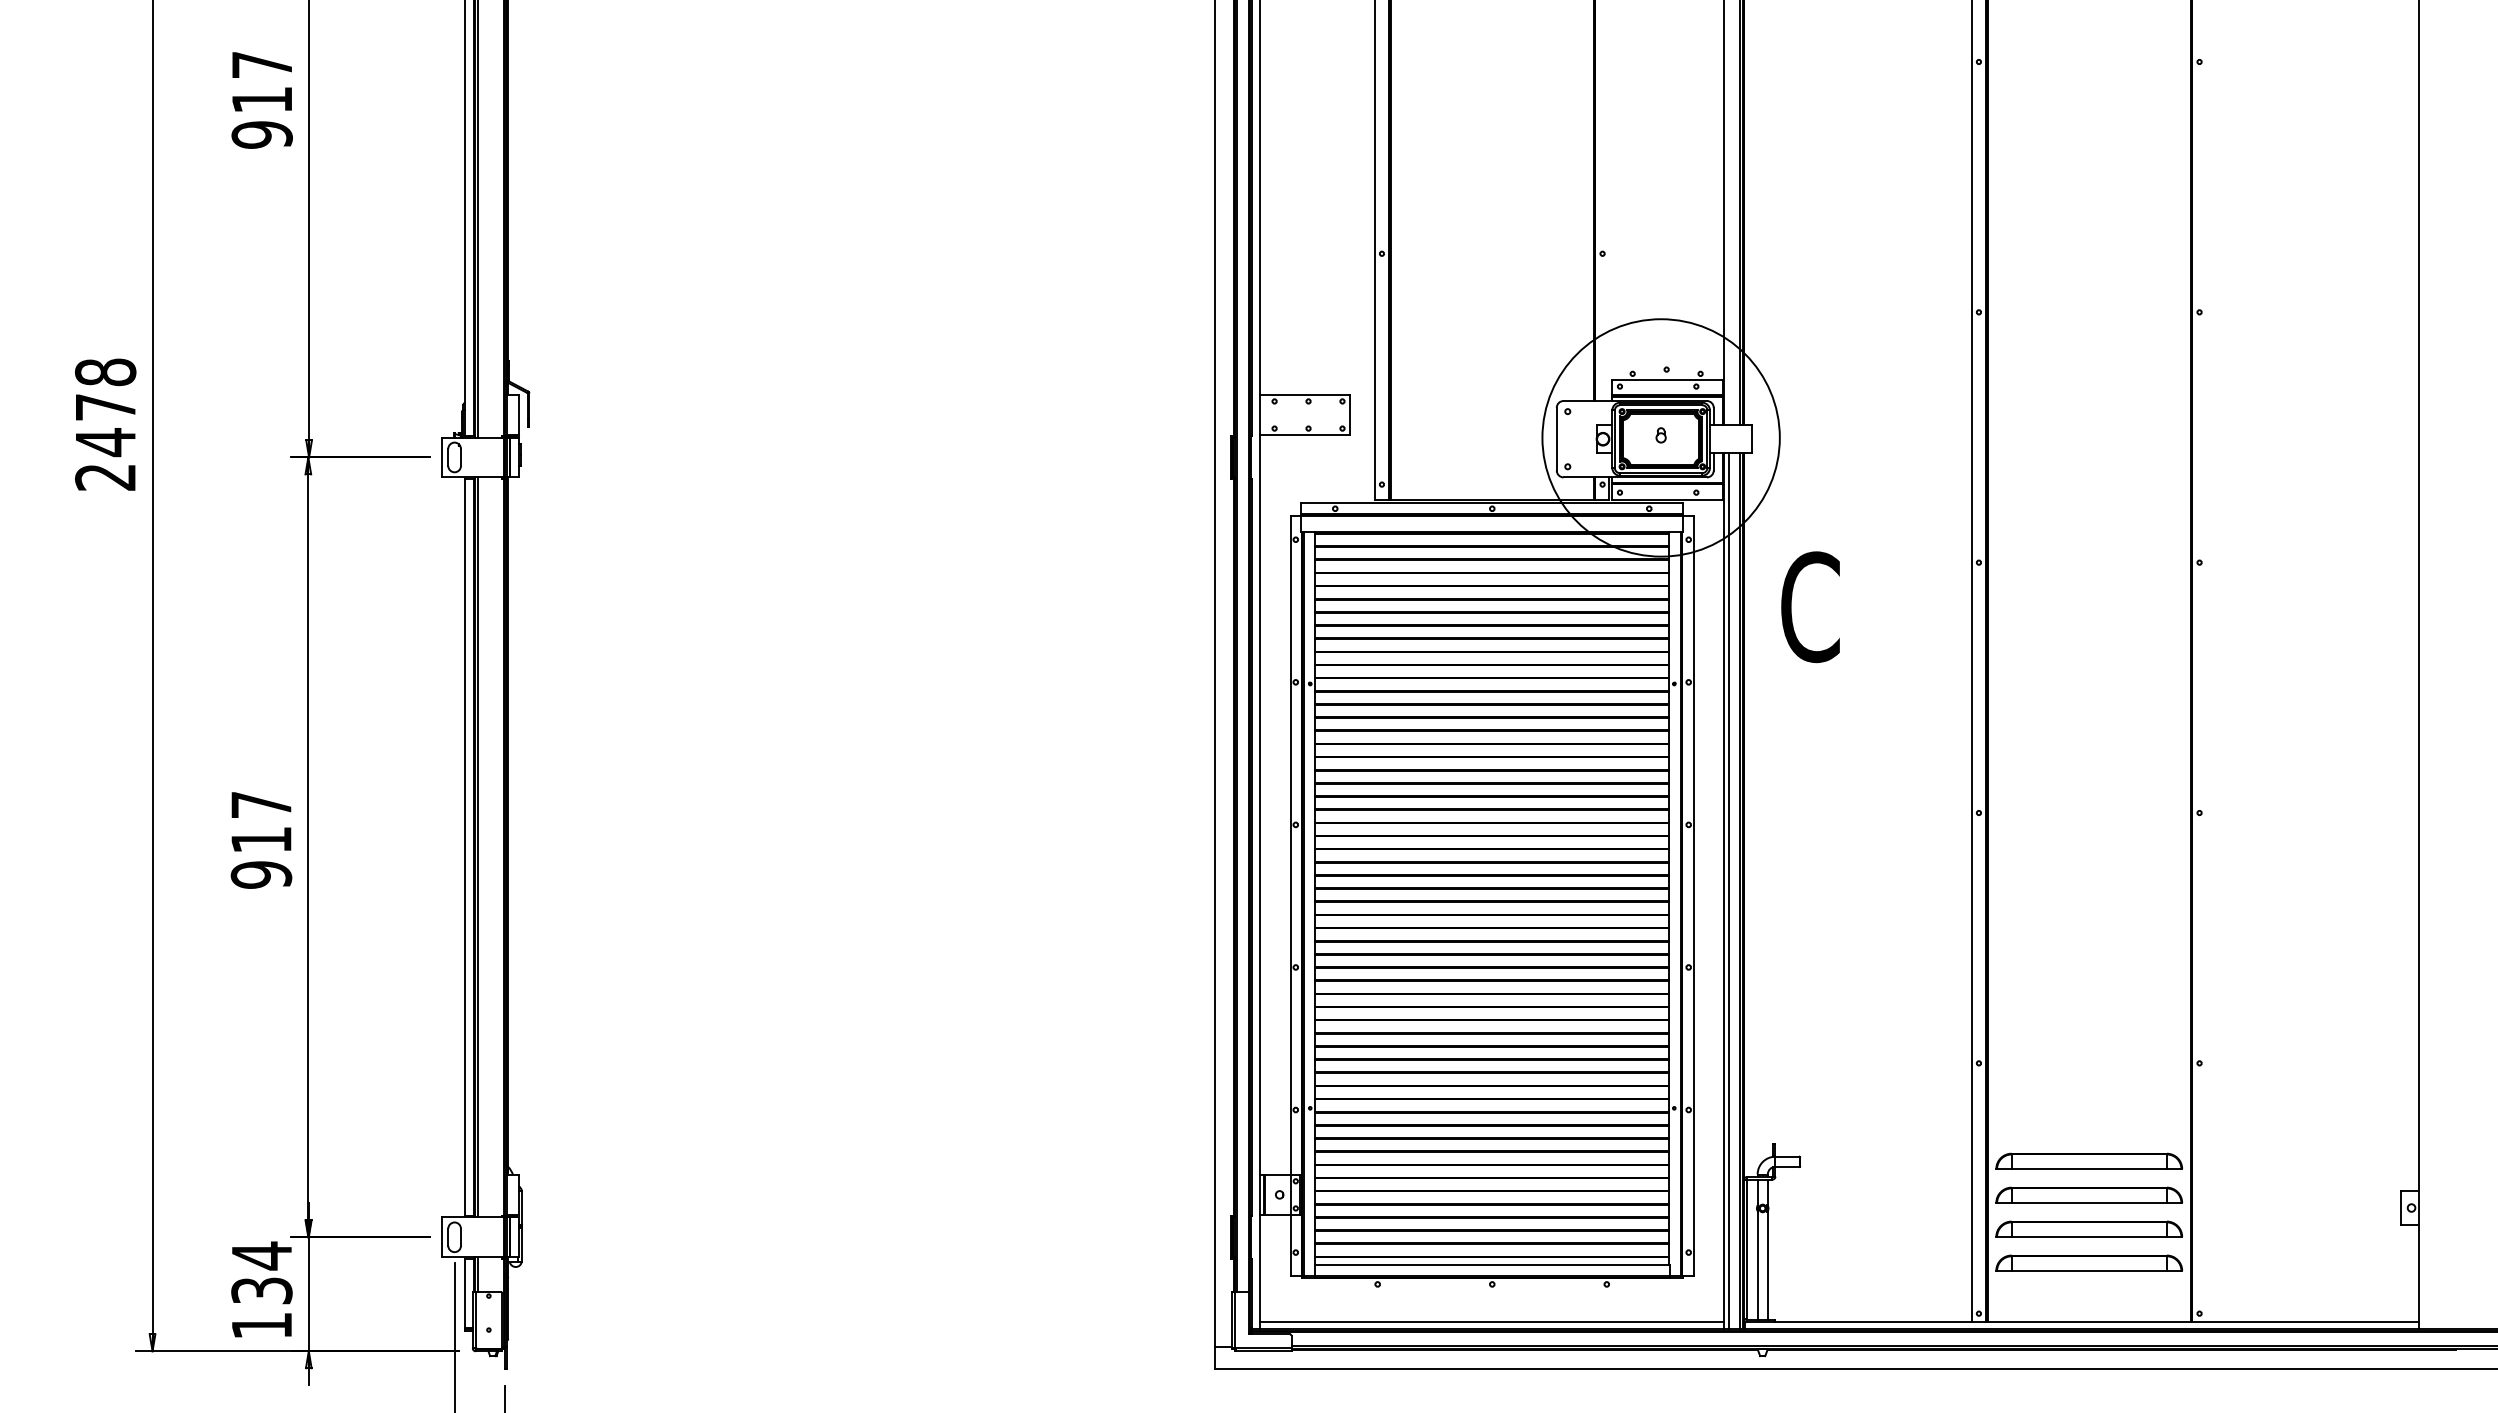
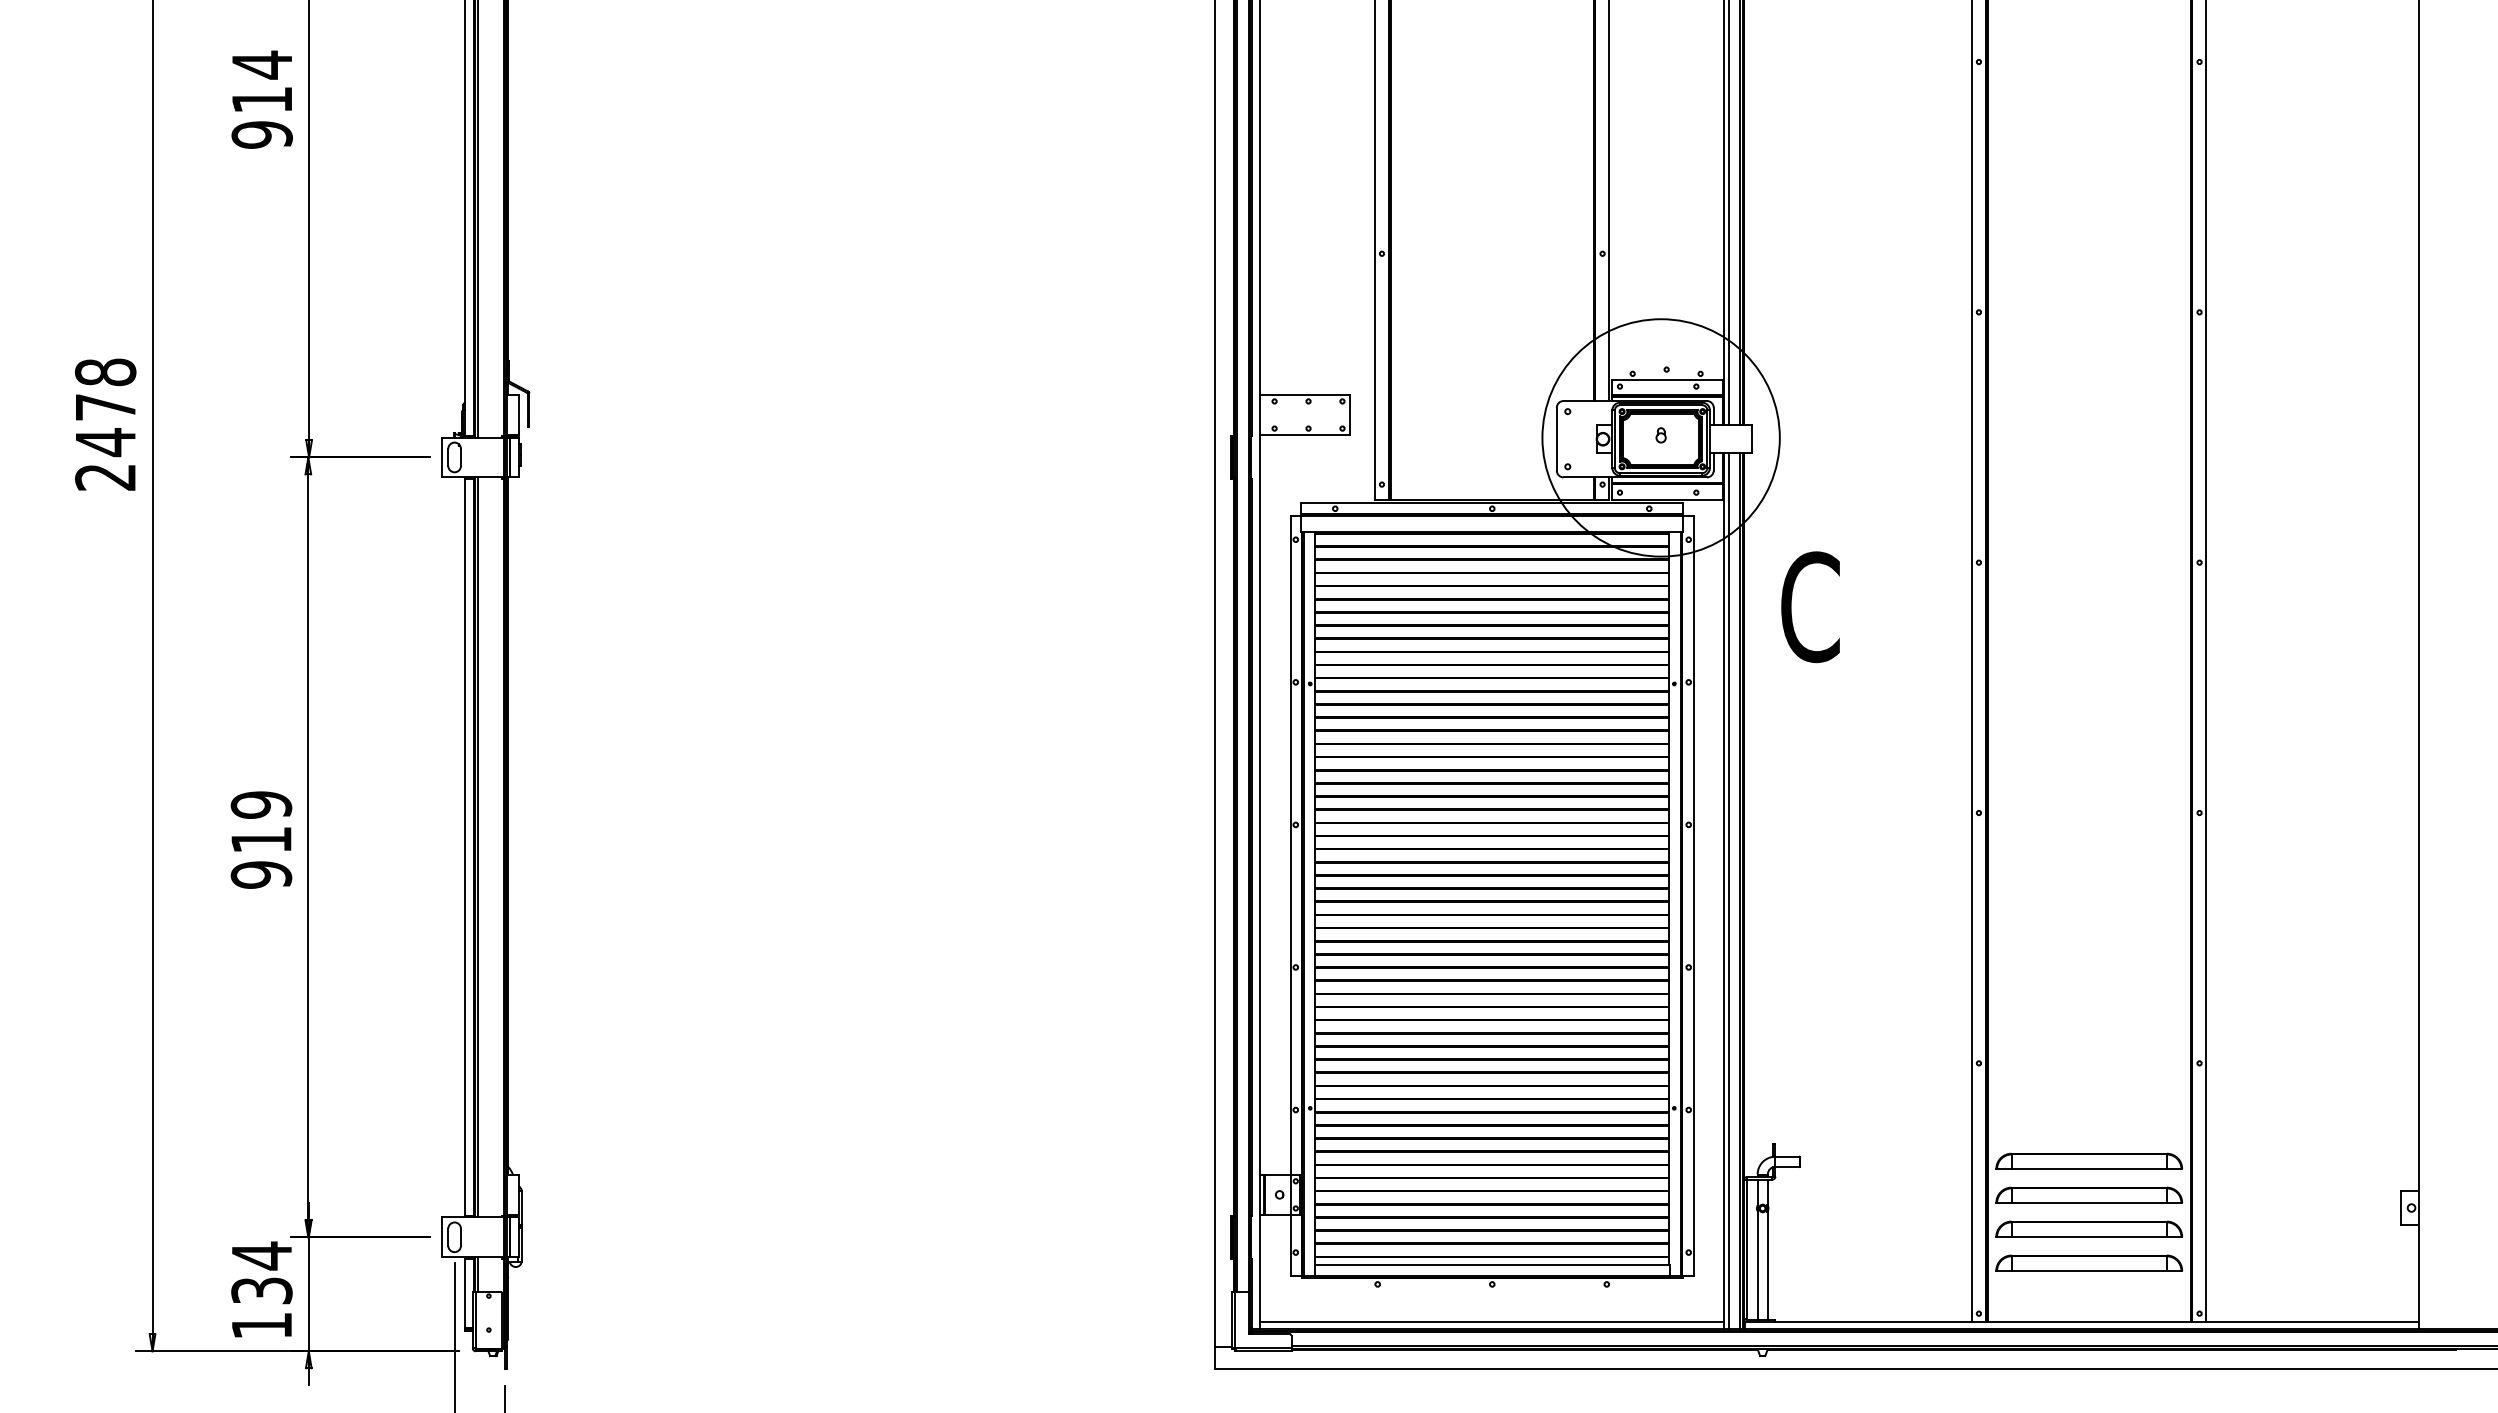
text at (261, 64): 917 -> 914
line at (1609, 201): none -> present
line at (1728, 213): none -> present
line at (2206, 662): none -> present
text at (261, 804): 917 -> 919
